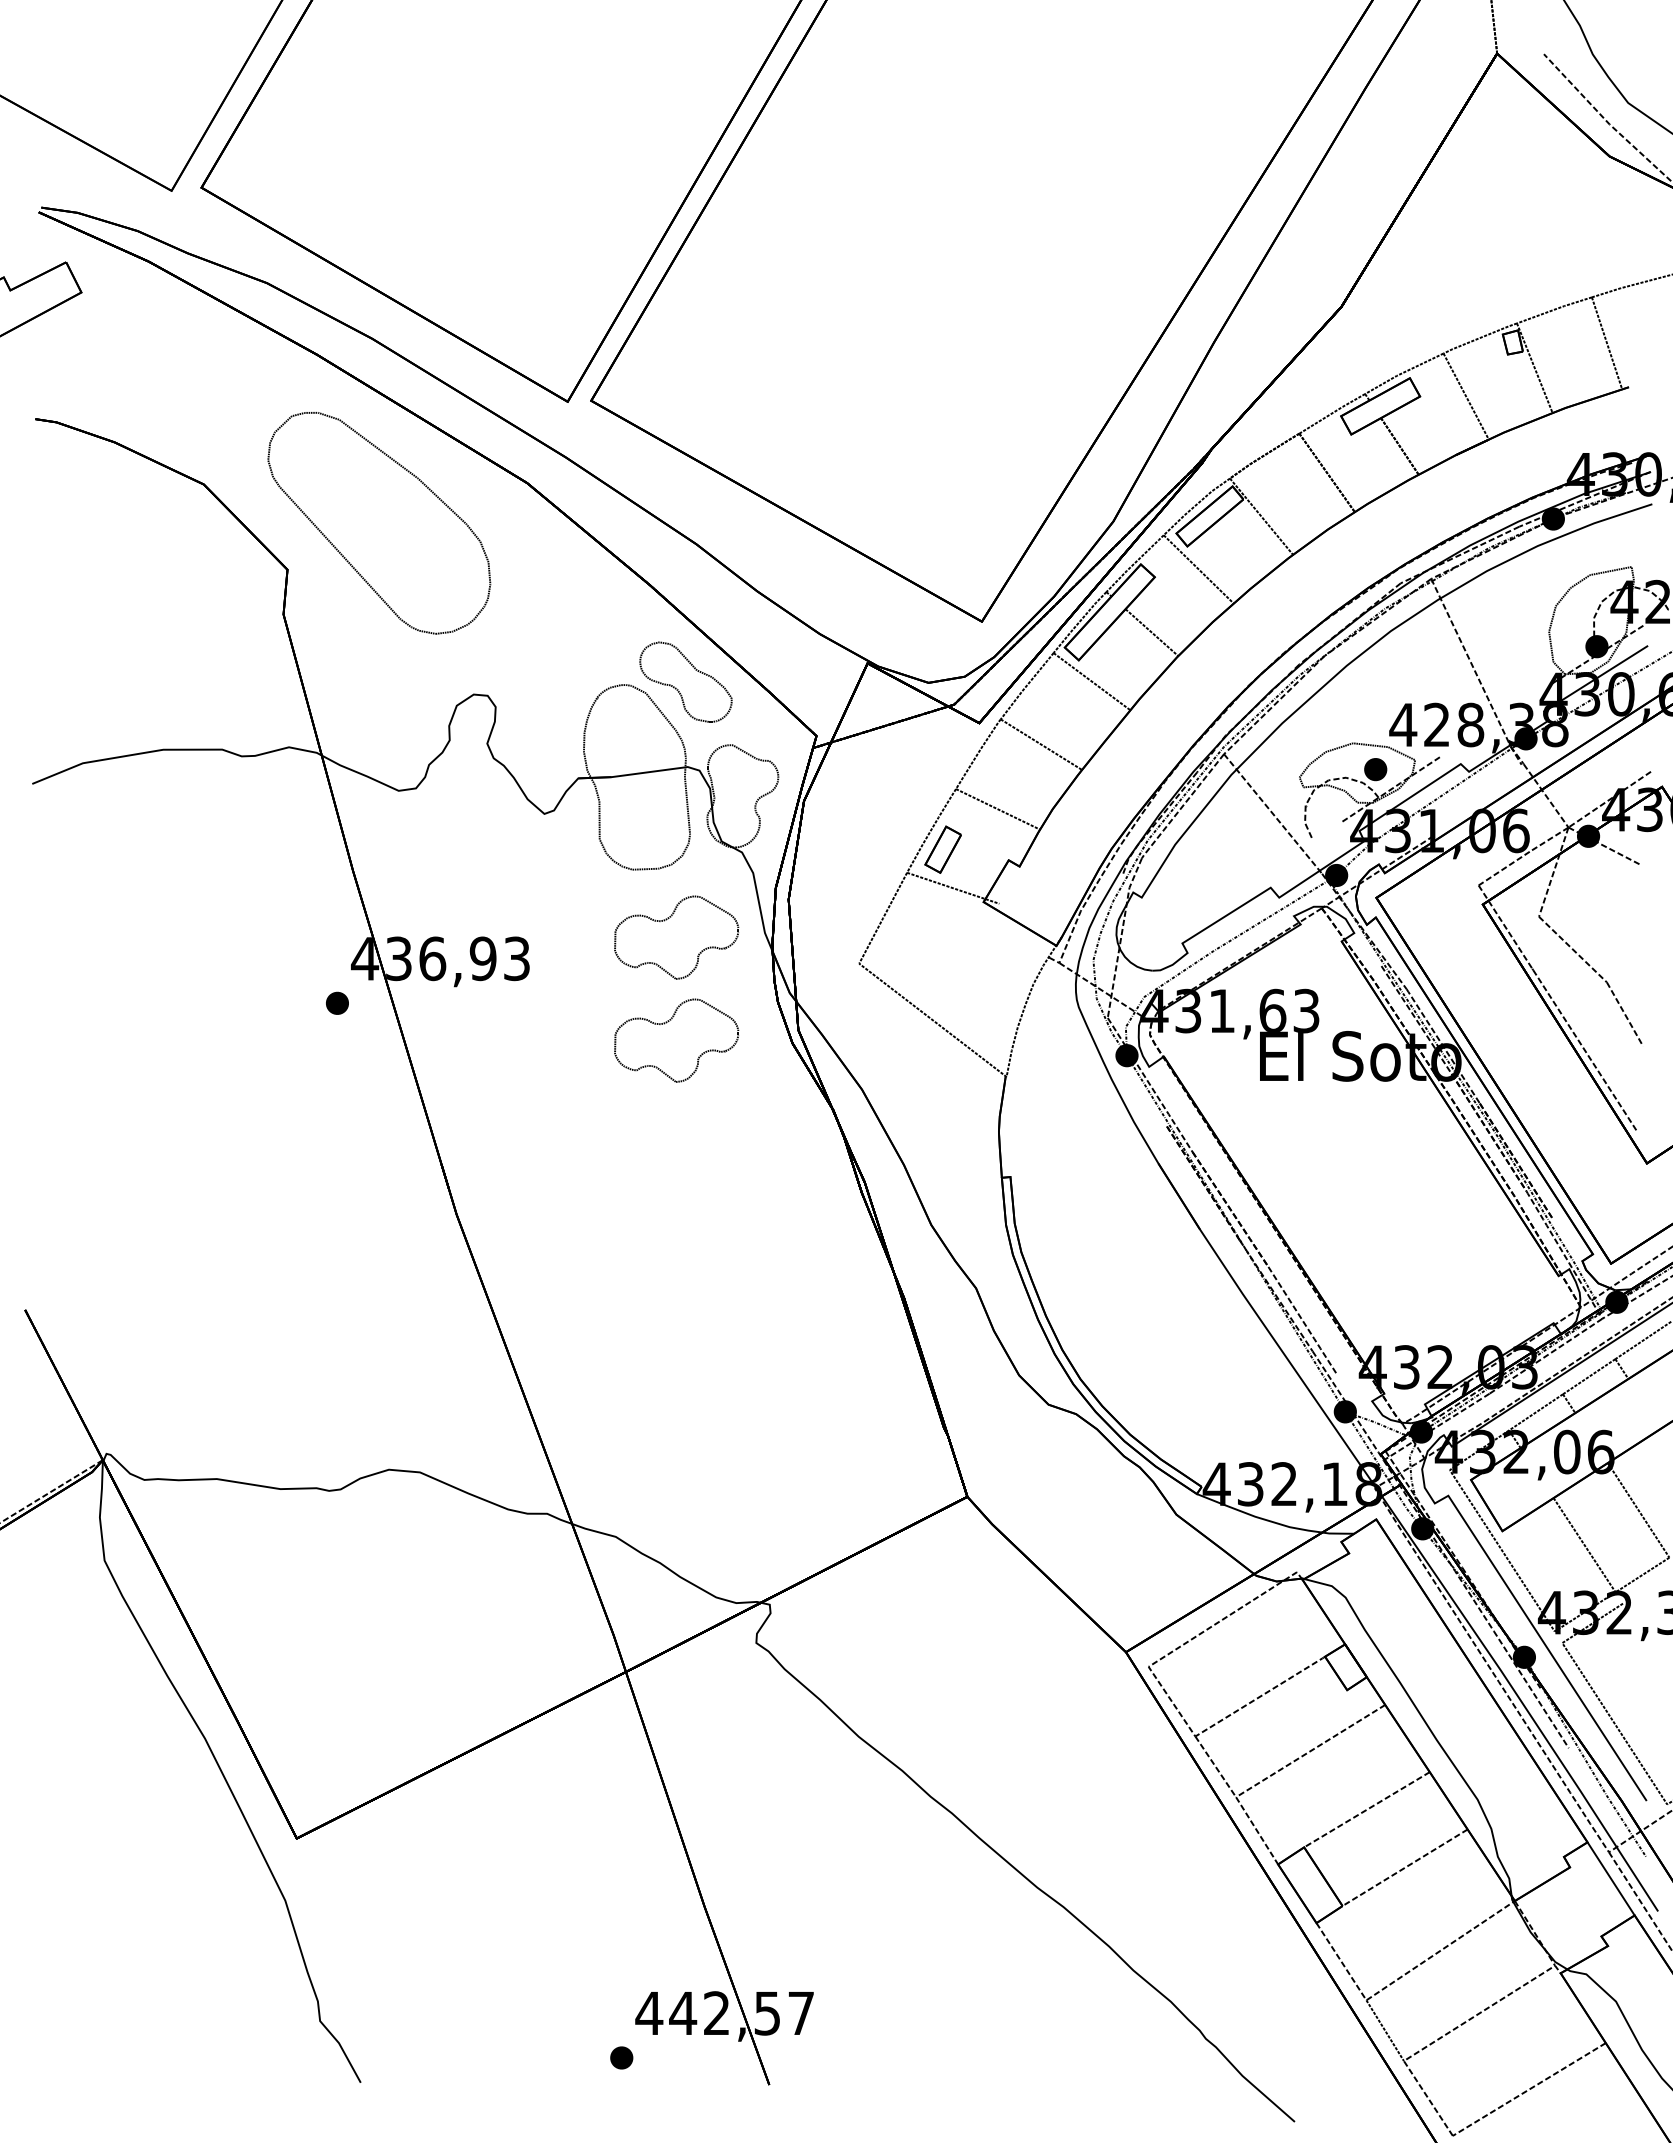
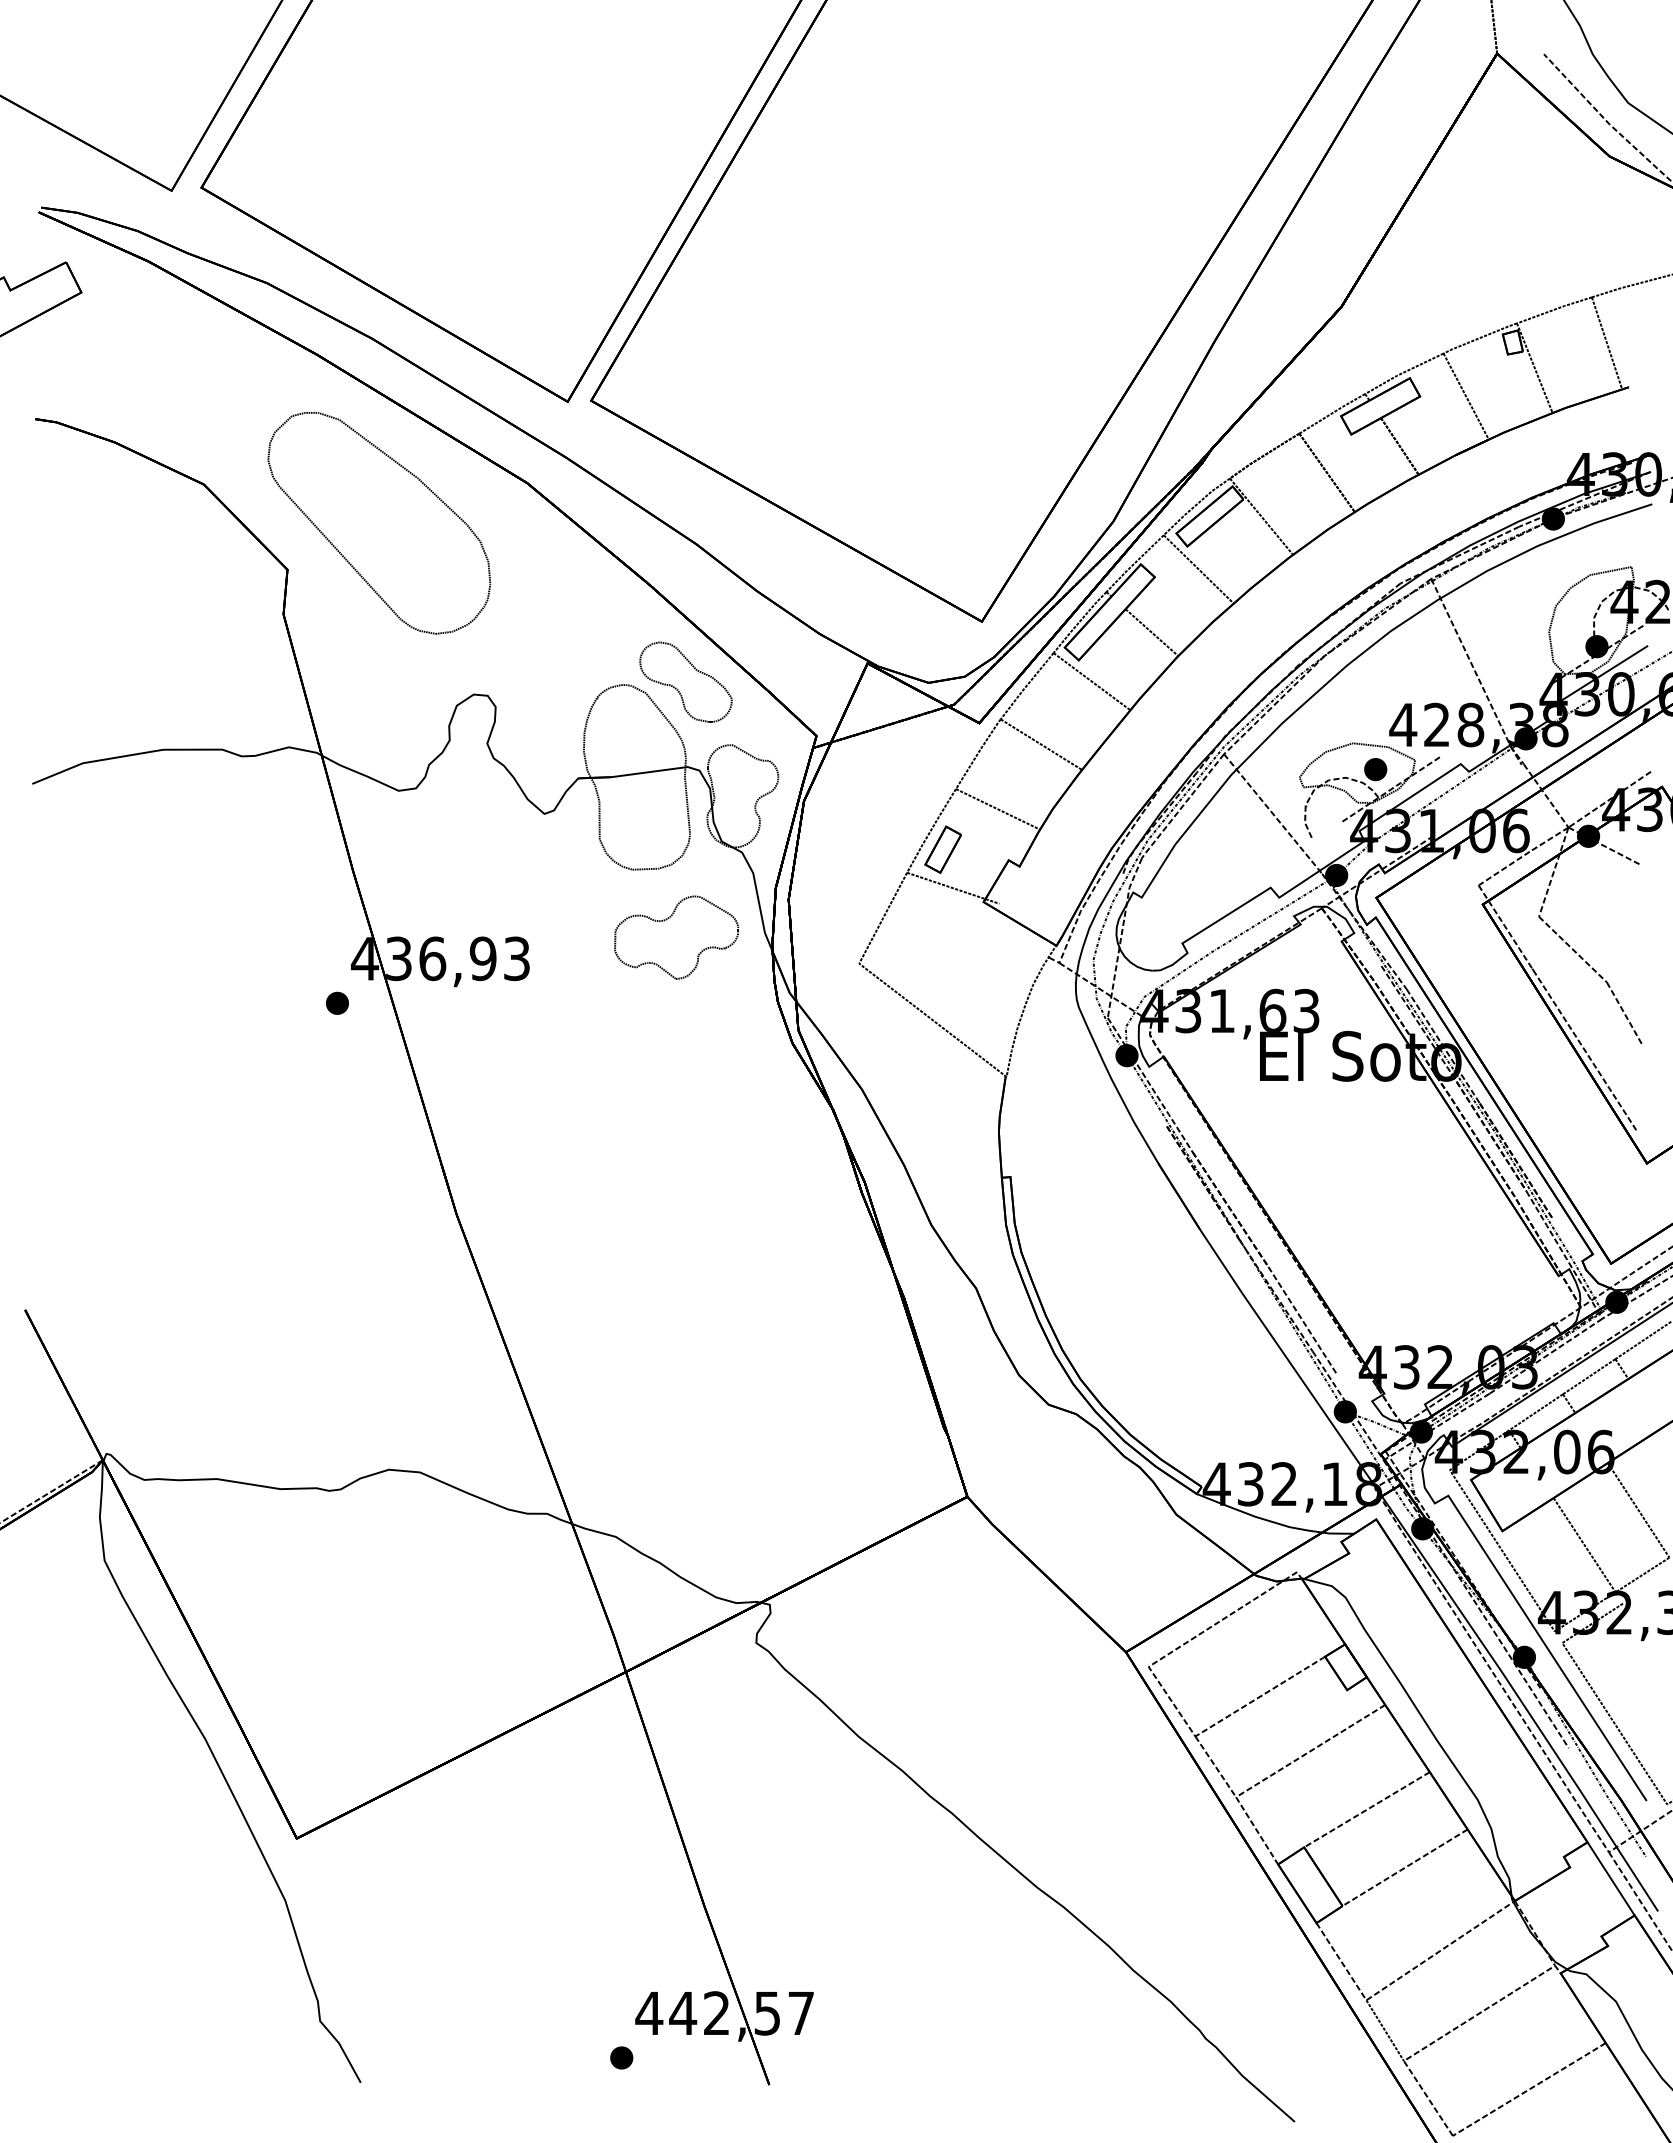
part at (668, 1022): present -> none
